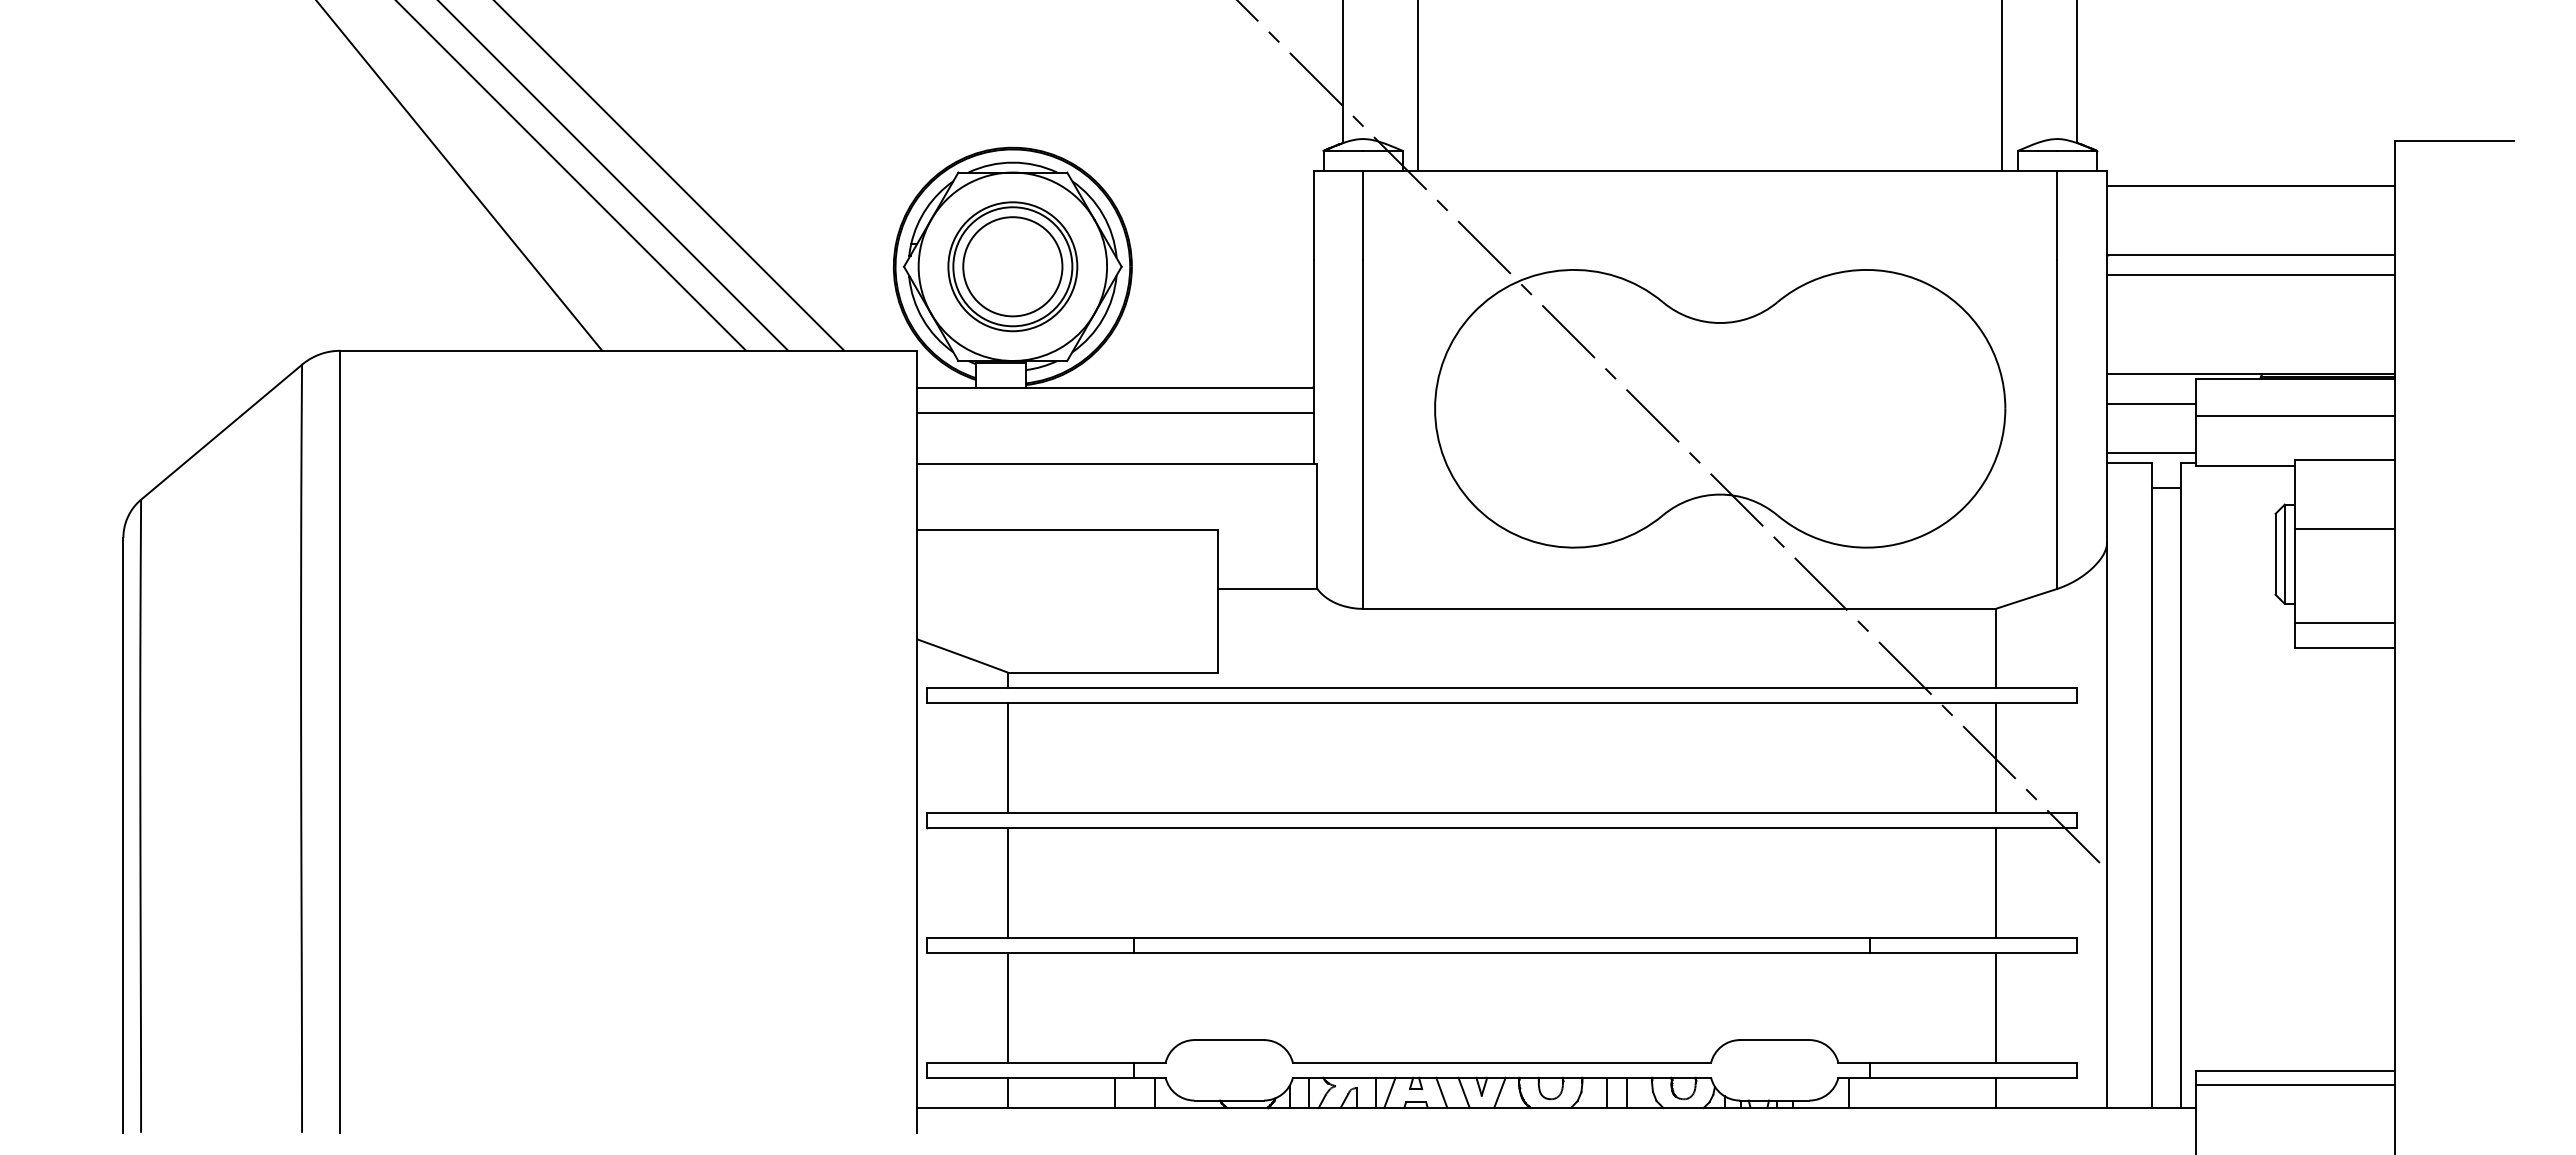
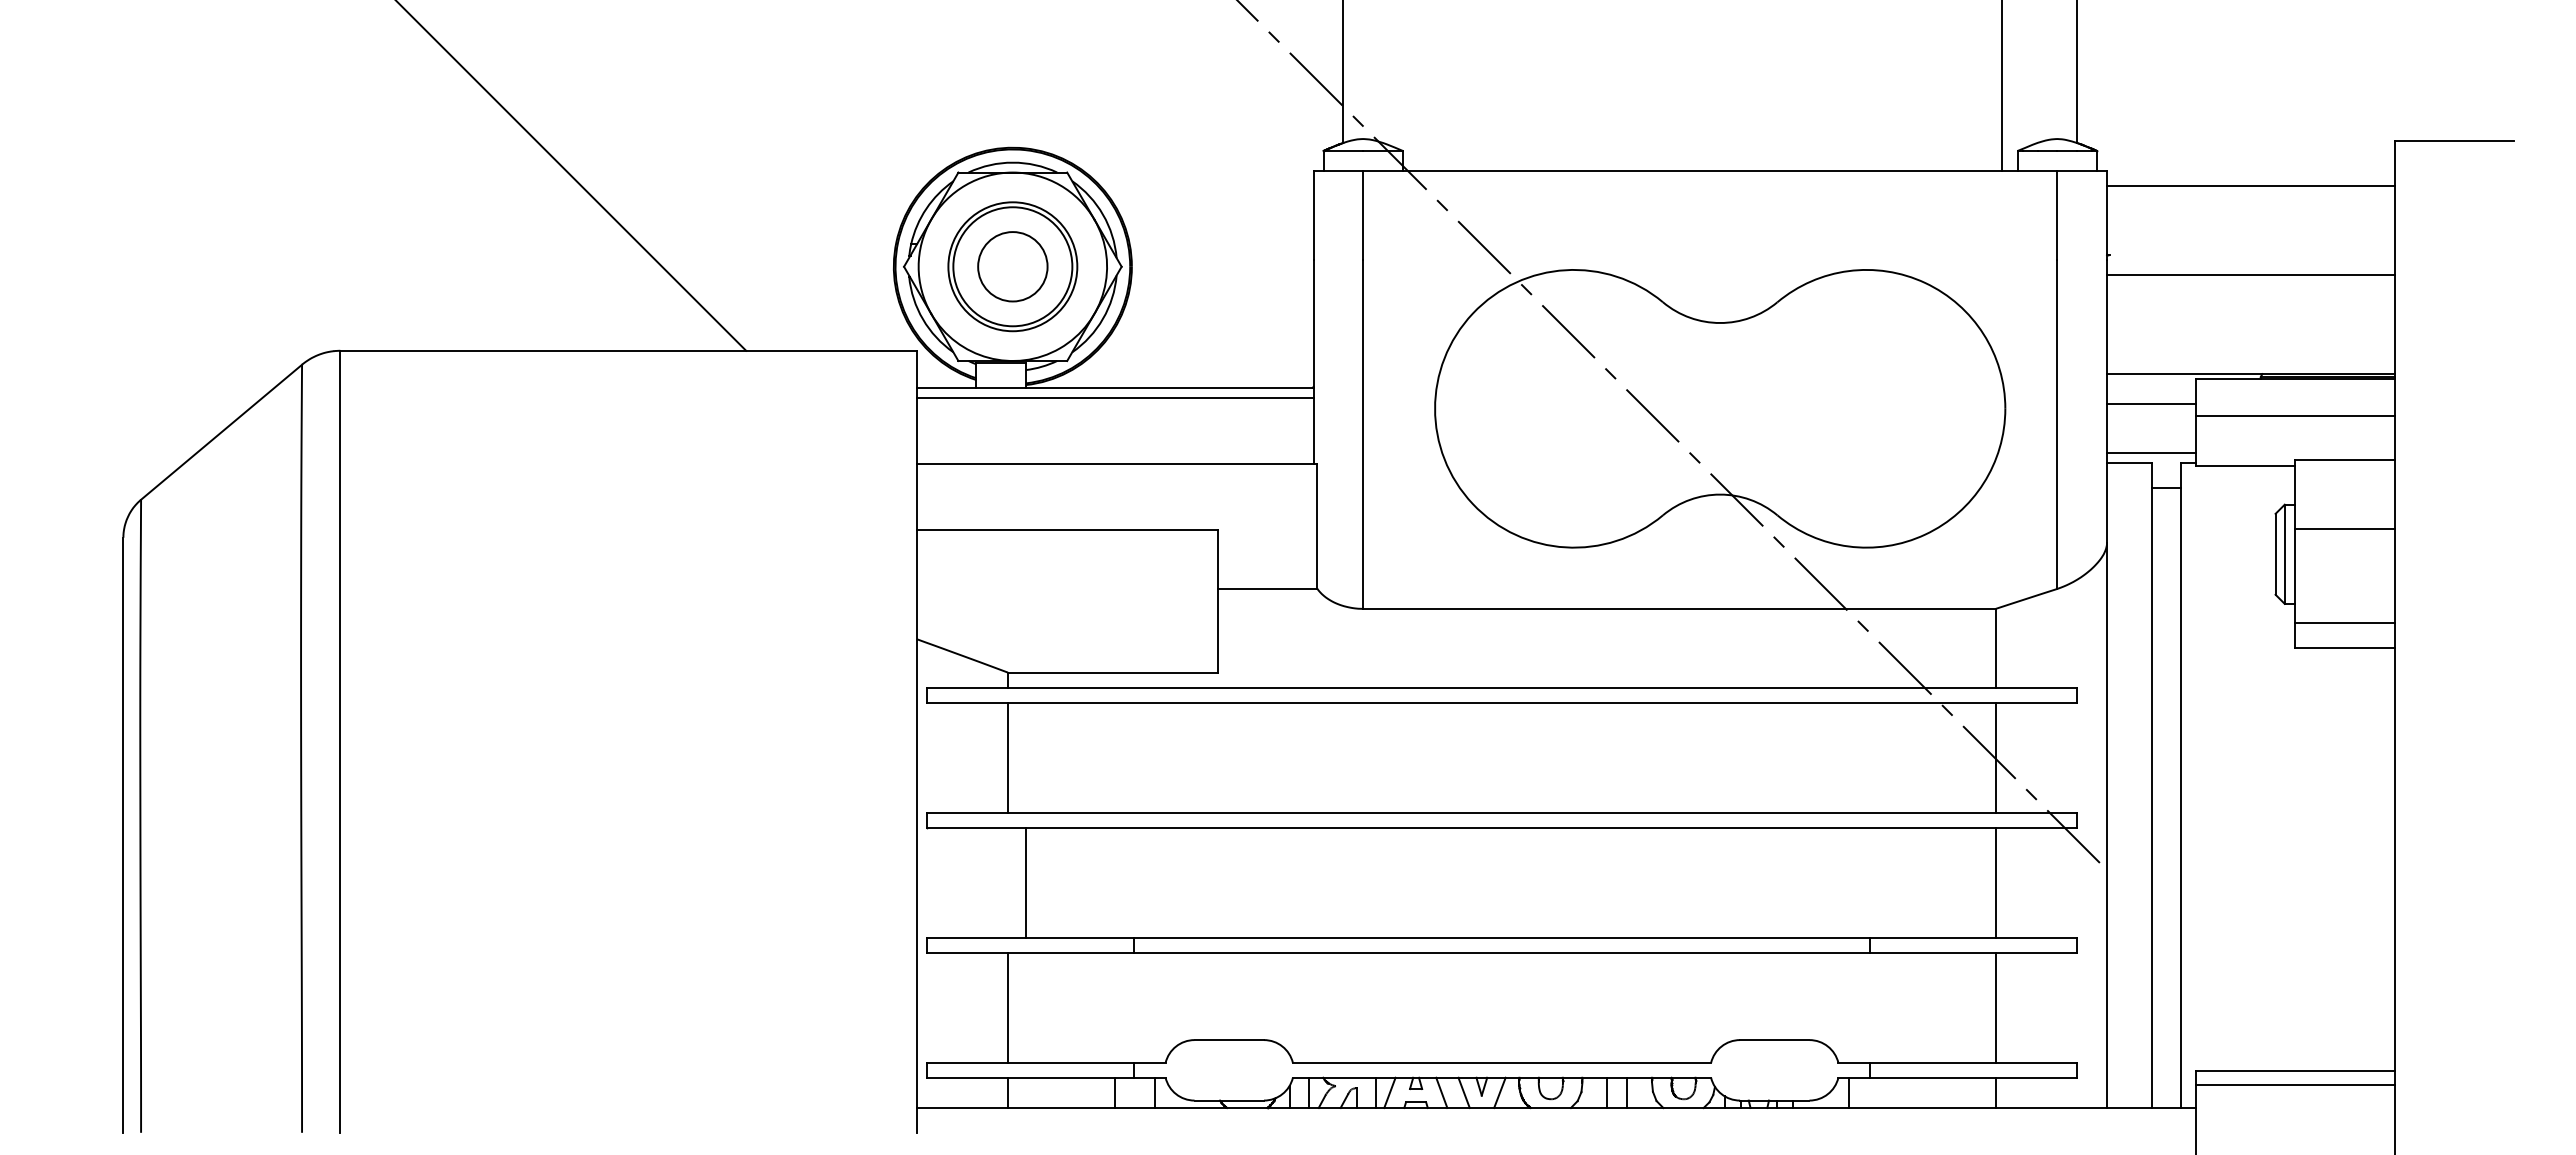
line at (1418, 86): present -> none
line at (460, 176): present -> none
line at (613, 176): present -> none
line at (669, 176): present -> none
line at (2250, 255): present -> none
circle at (1012, 266) diameter: 99 px -> 69 px
line at (1114, 412) position: (1114, 412) -> (1114, 397)
line at (1008, 882) position: (1008, 882) -> (1026, 882)
